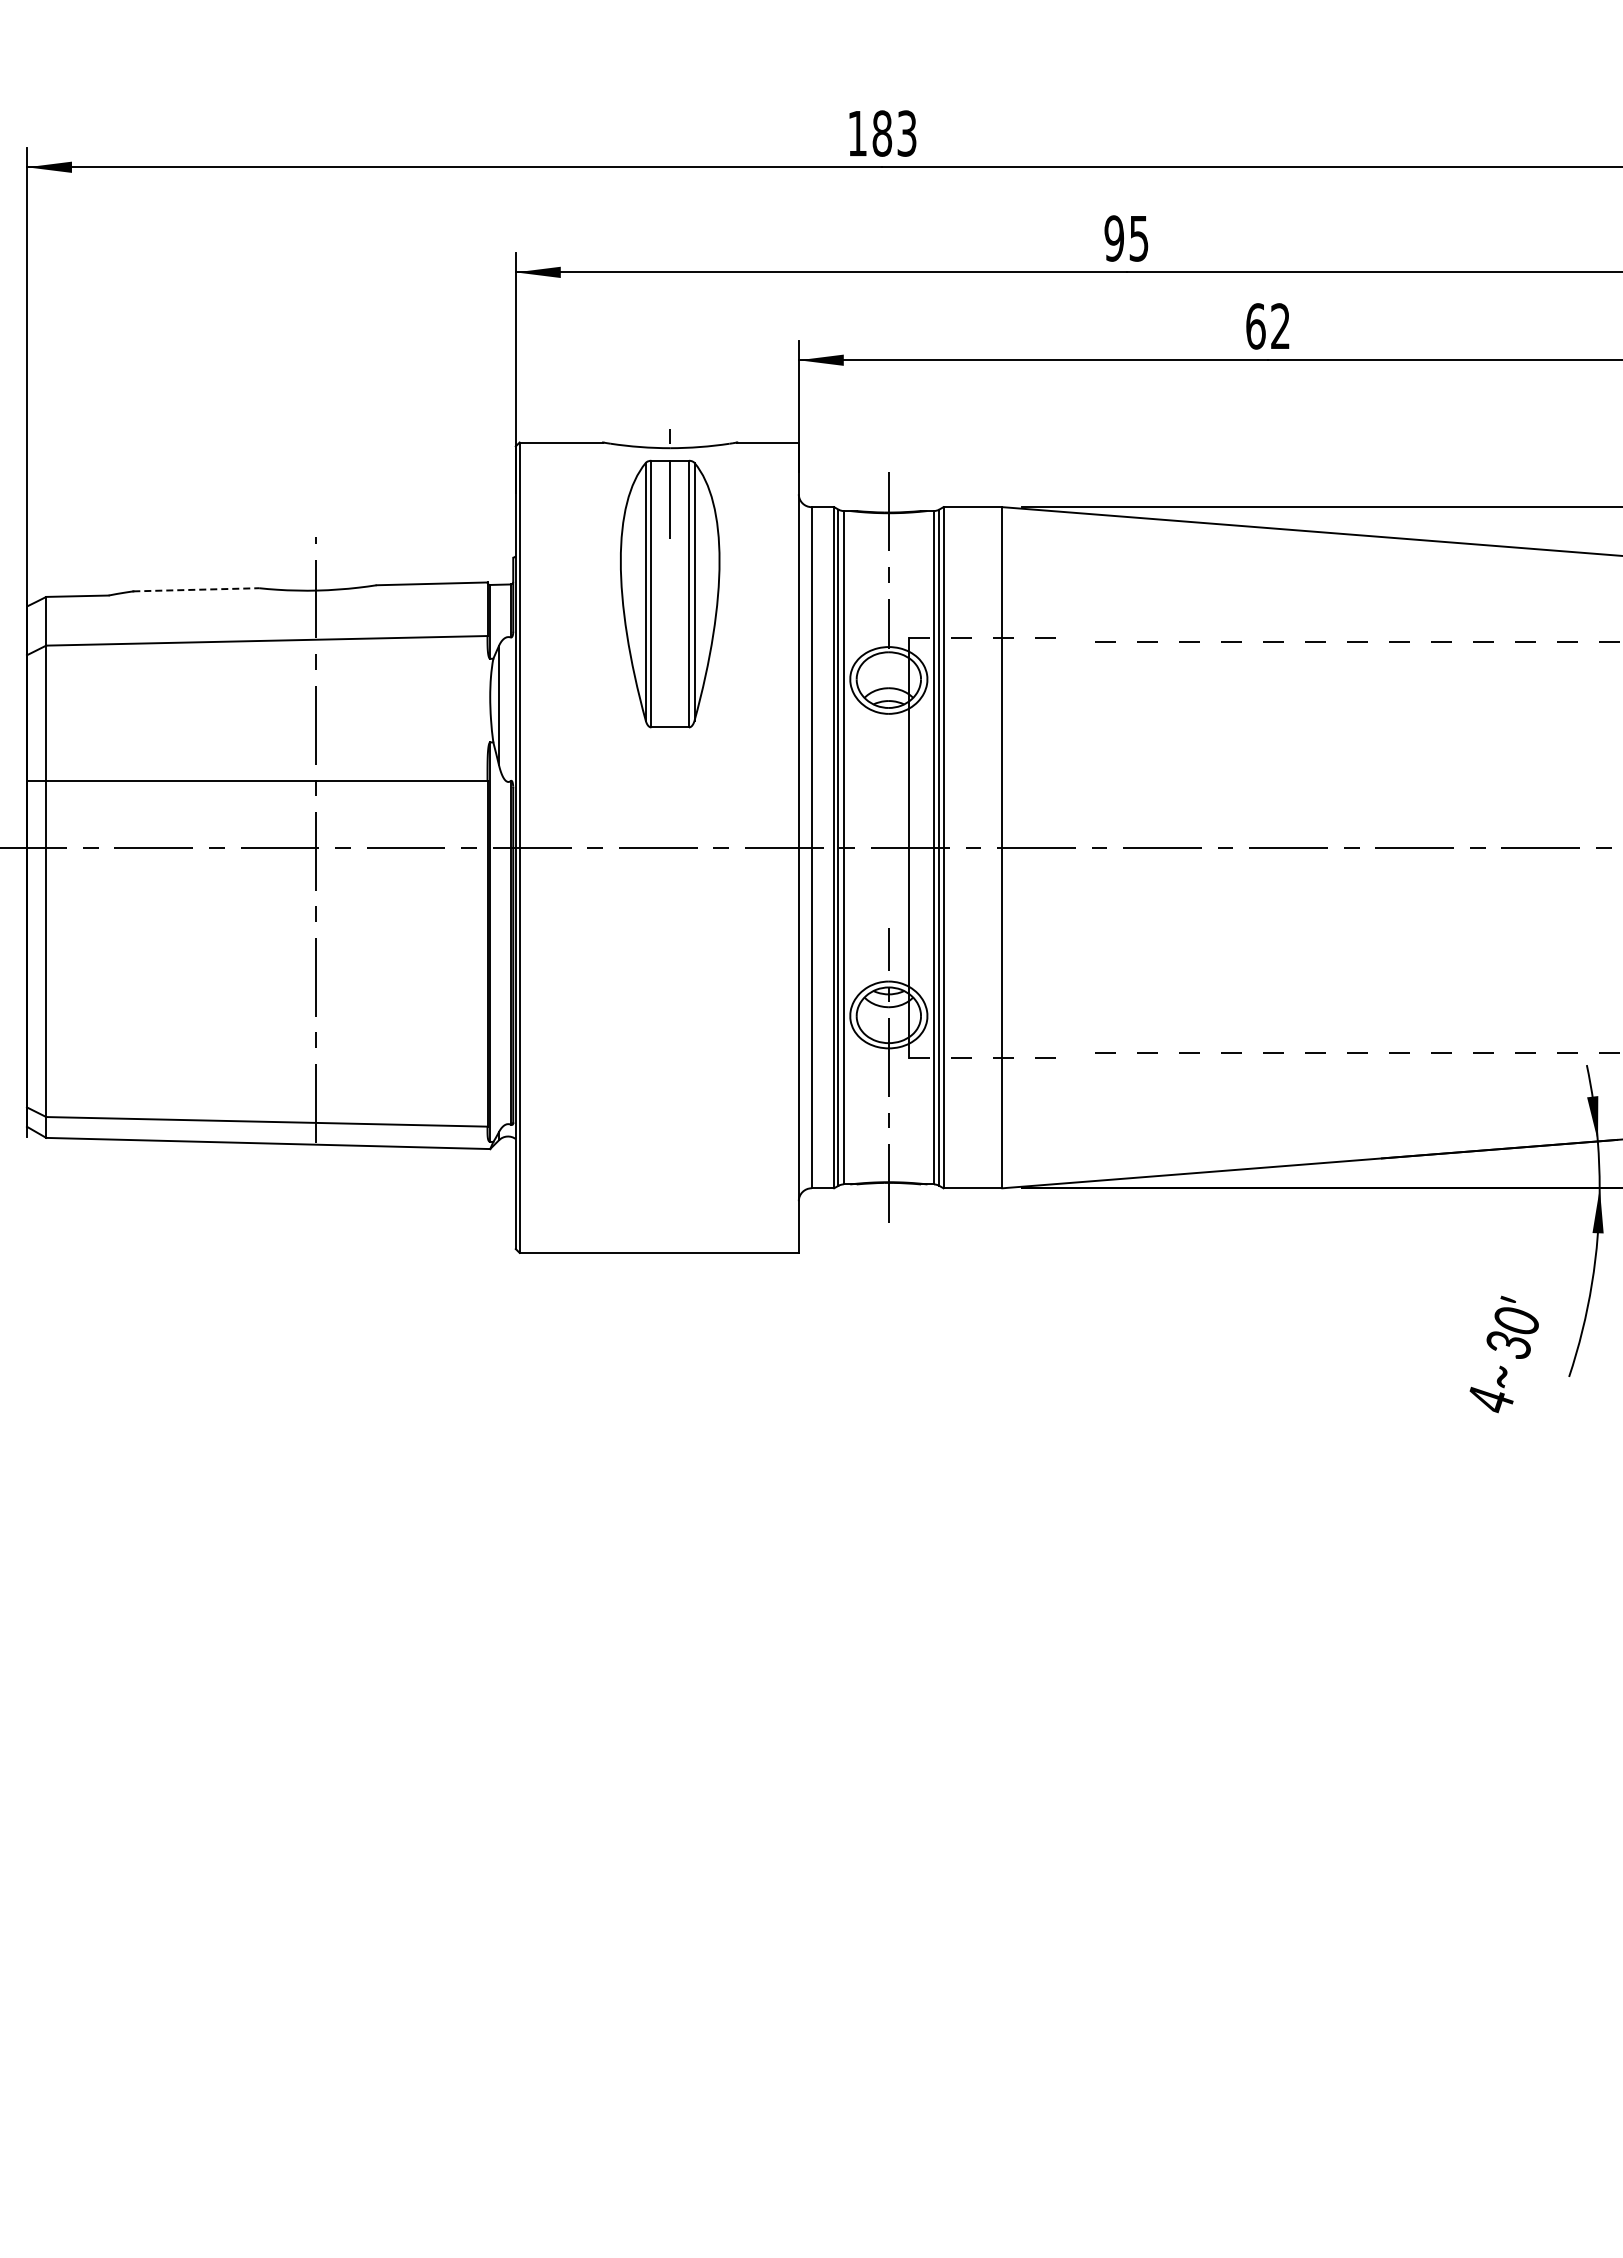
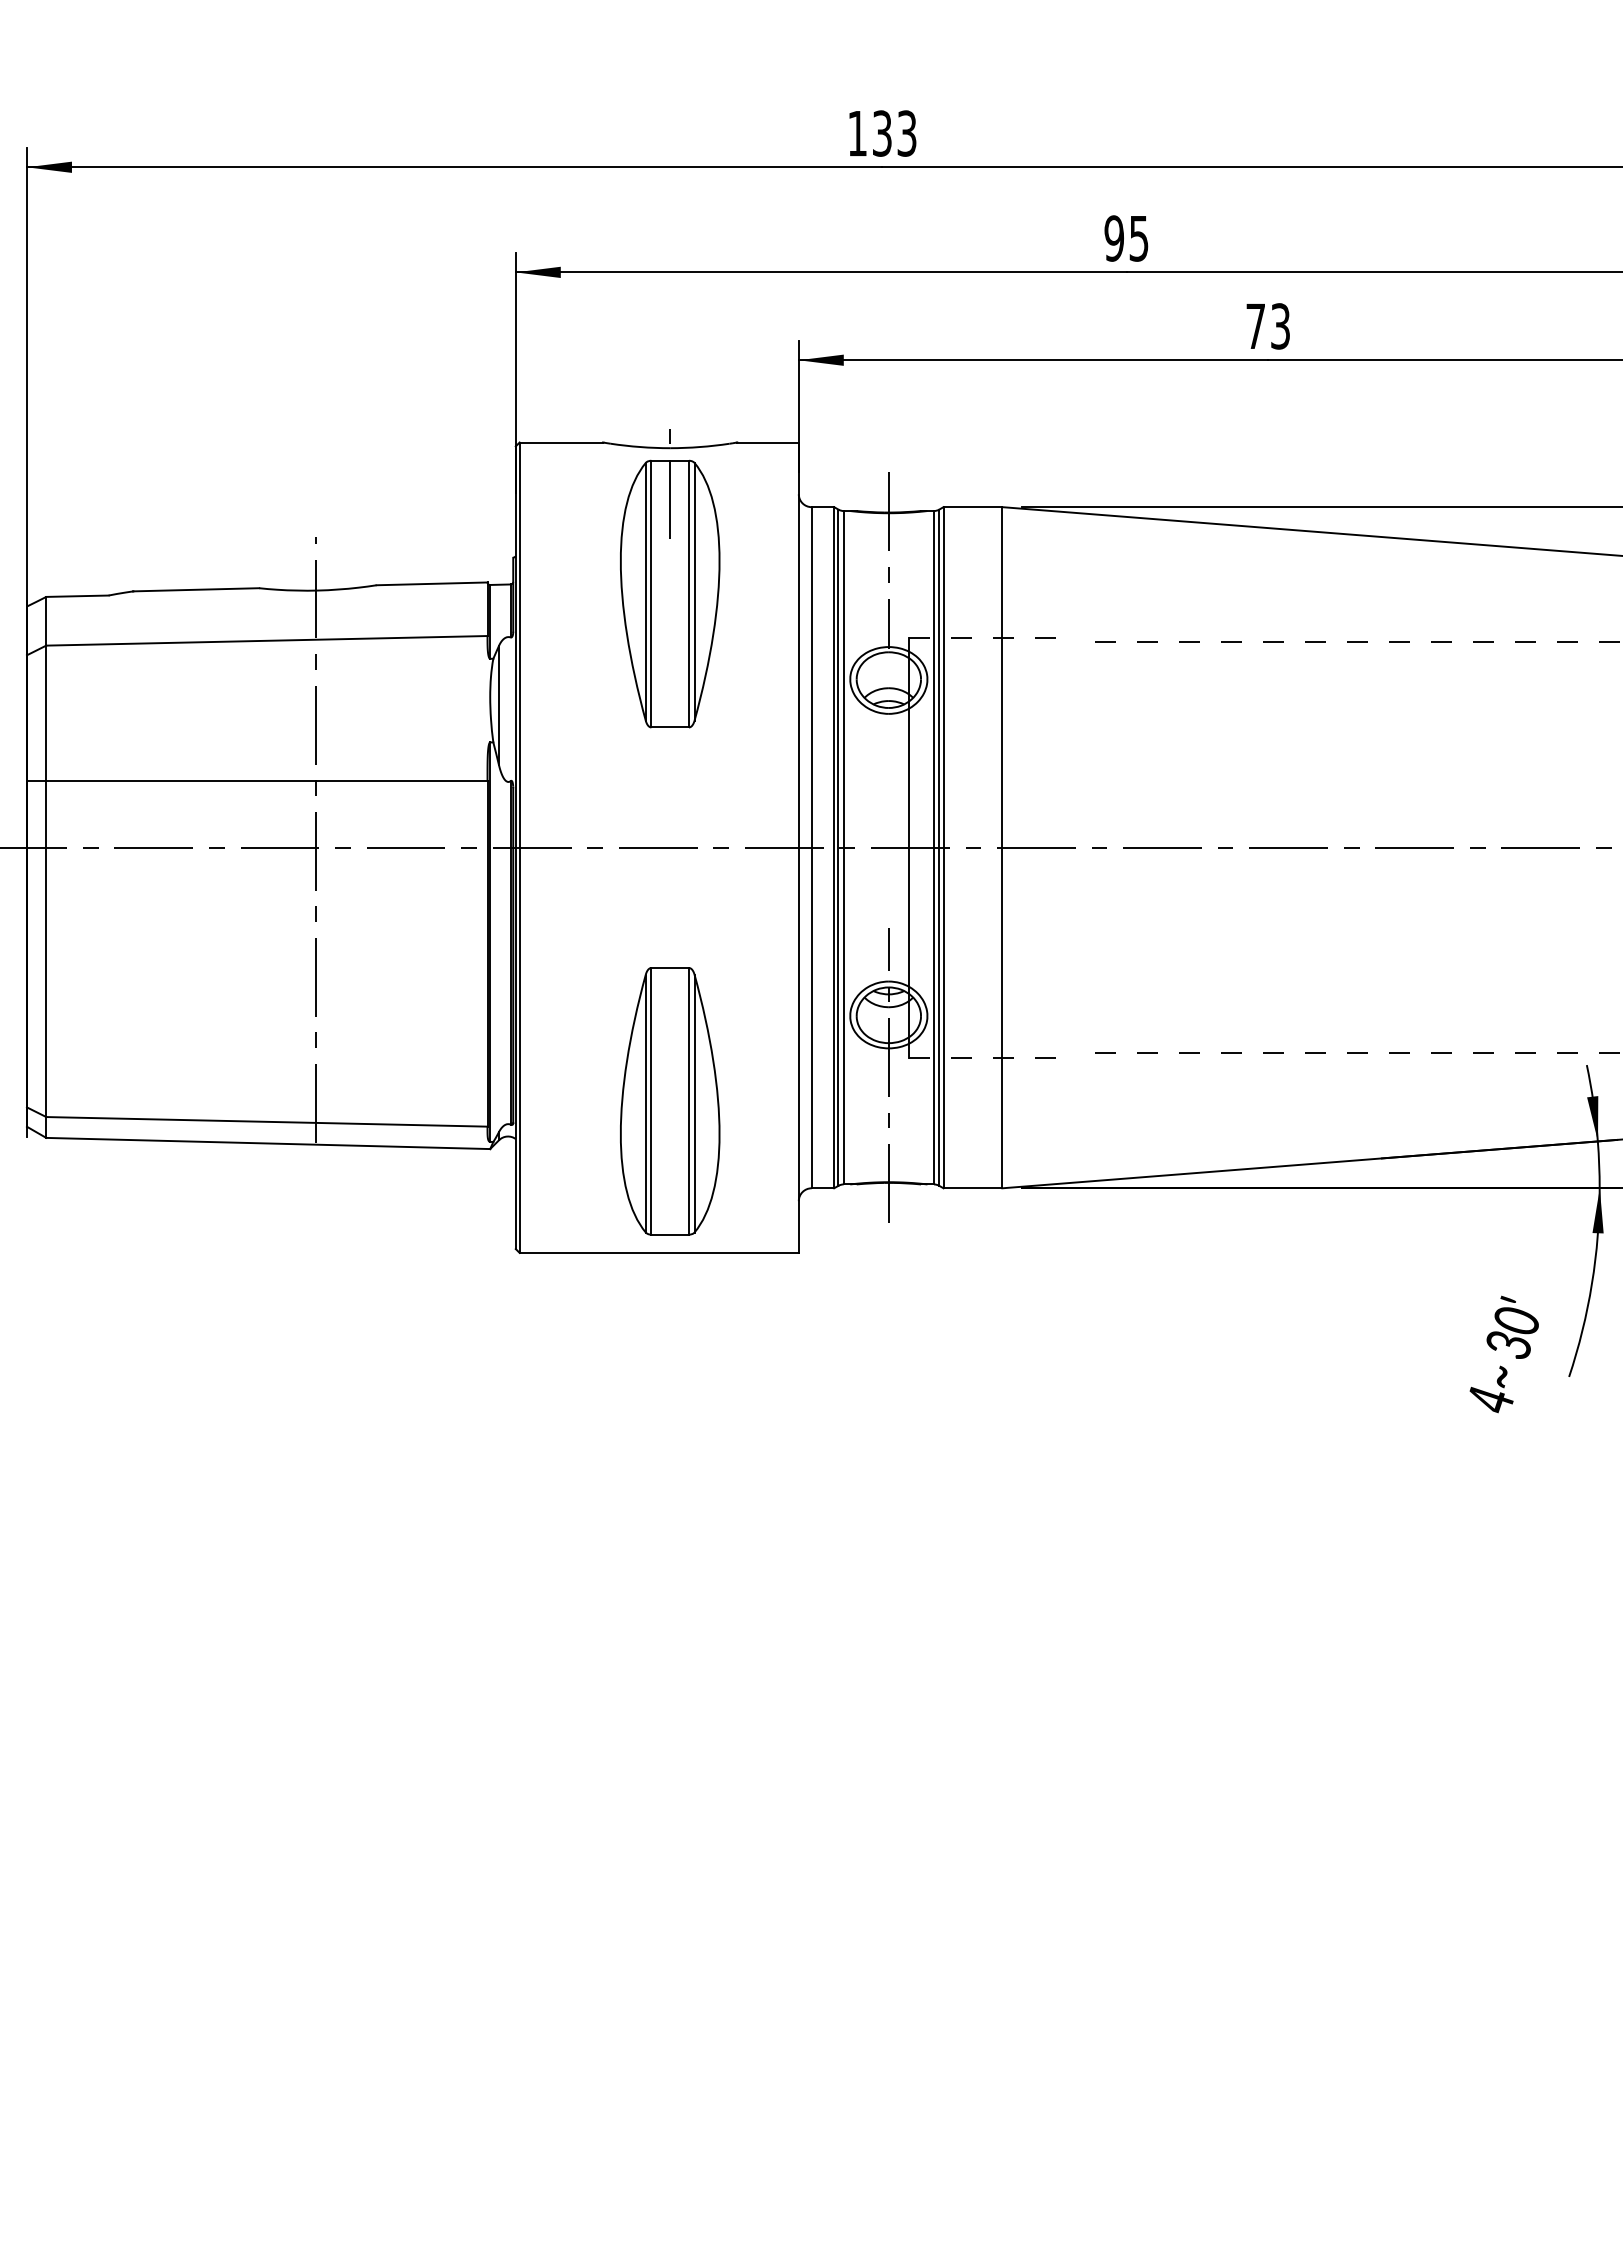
text at (882, 133): 183 -> 133
text at (1267, 326): 62 -> 73
line at (196, 589): dashed -> solid
part at (670, 1101): none -> present
